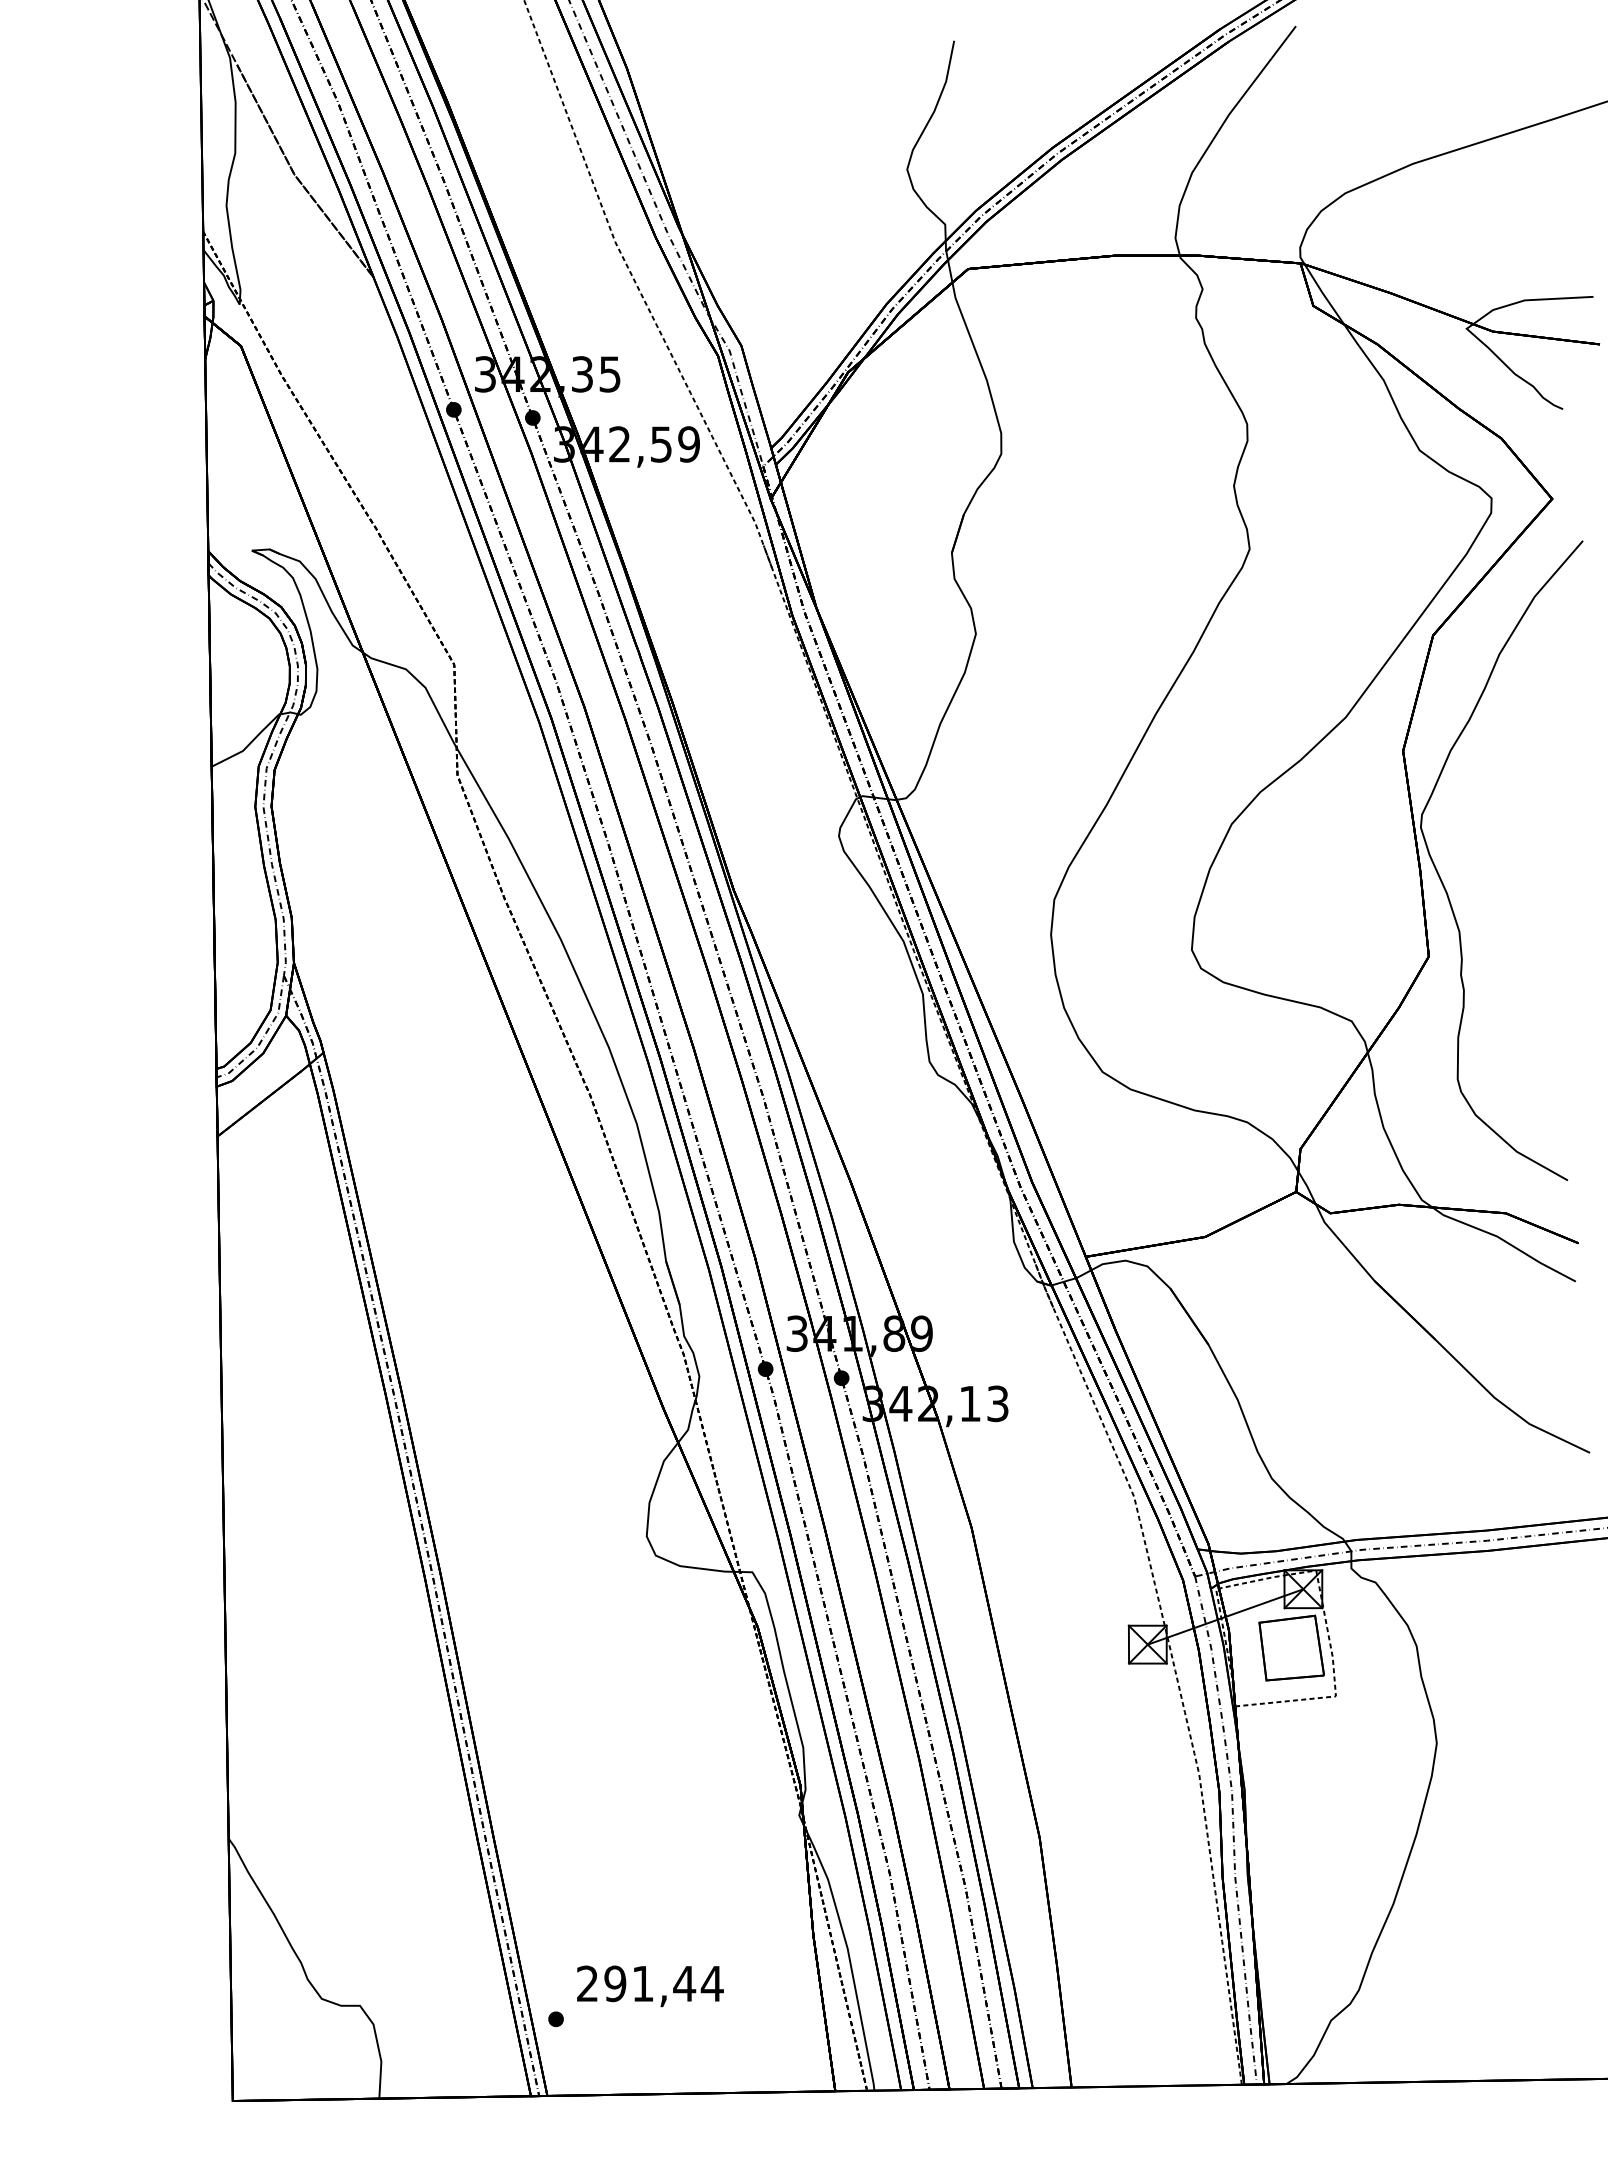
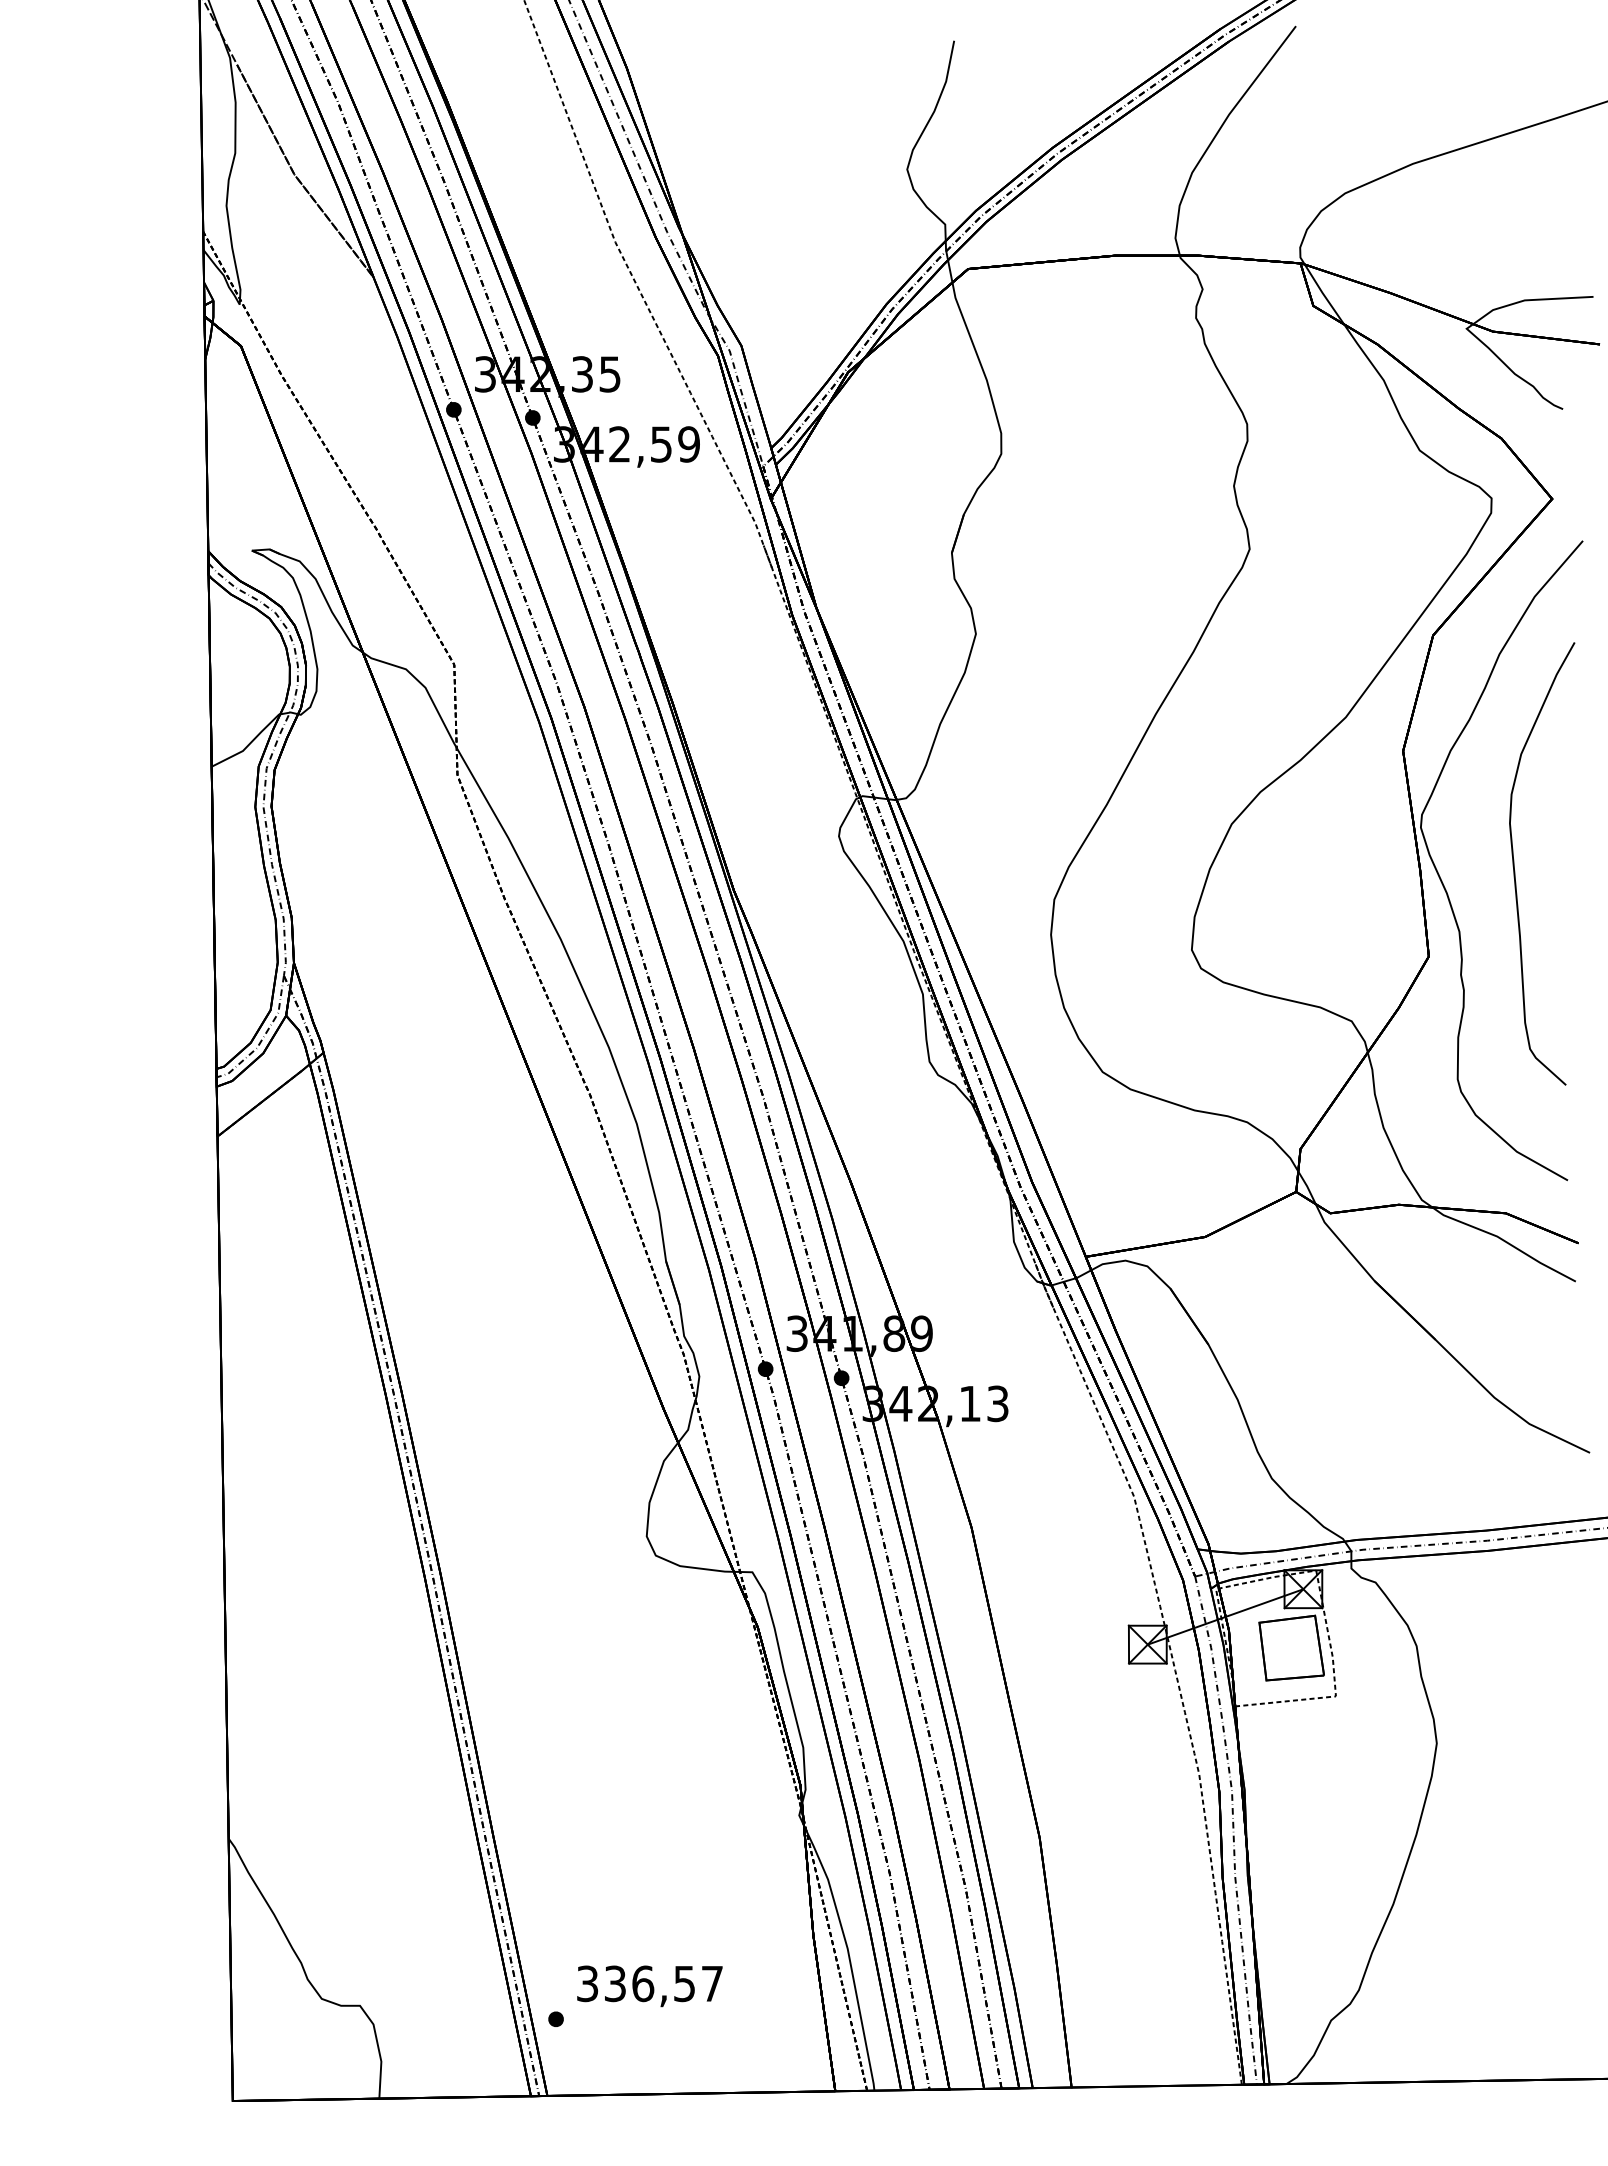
curve at (1514, 863): none -> present
text at (650, 1983): 291,44 -> 336,57
